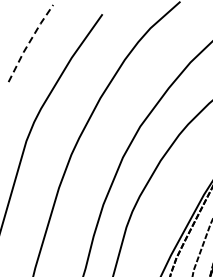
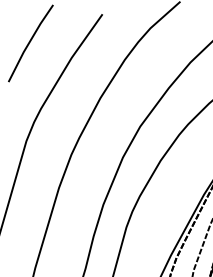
line at (29, 42): dashed -> solid
